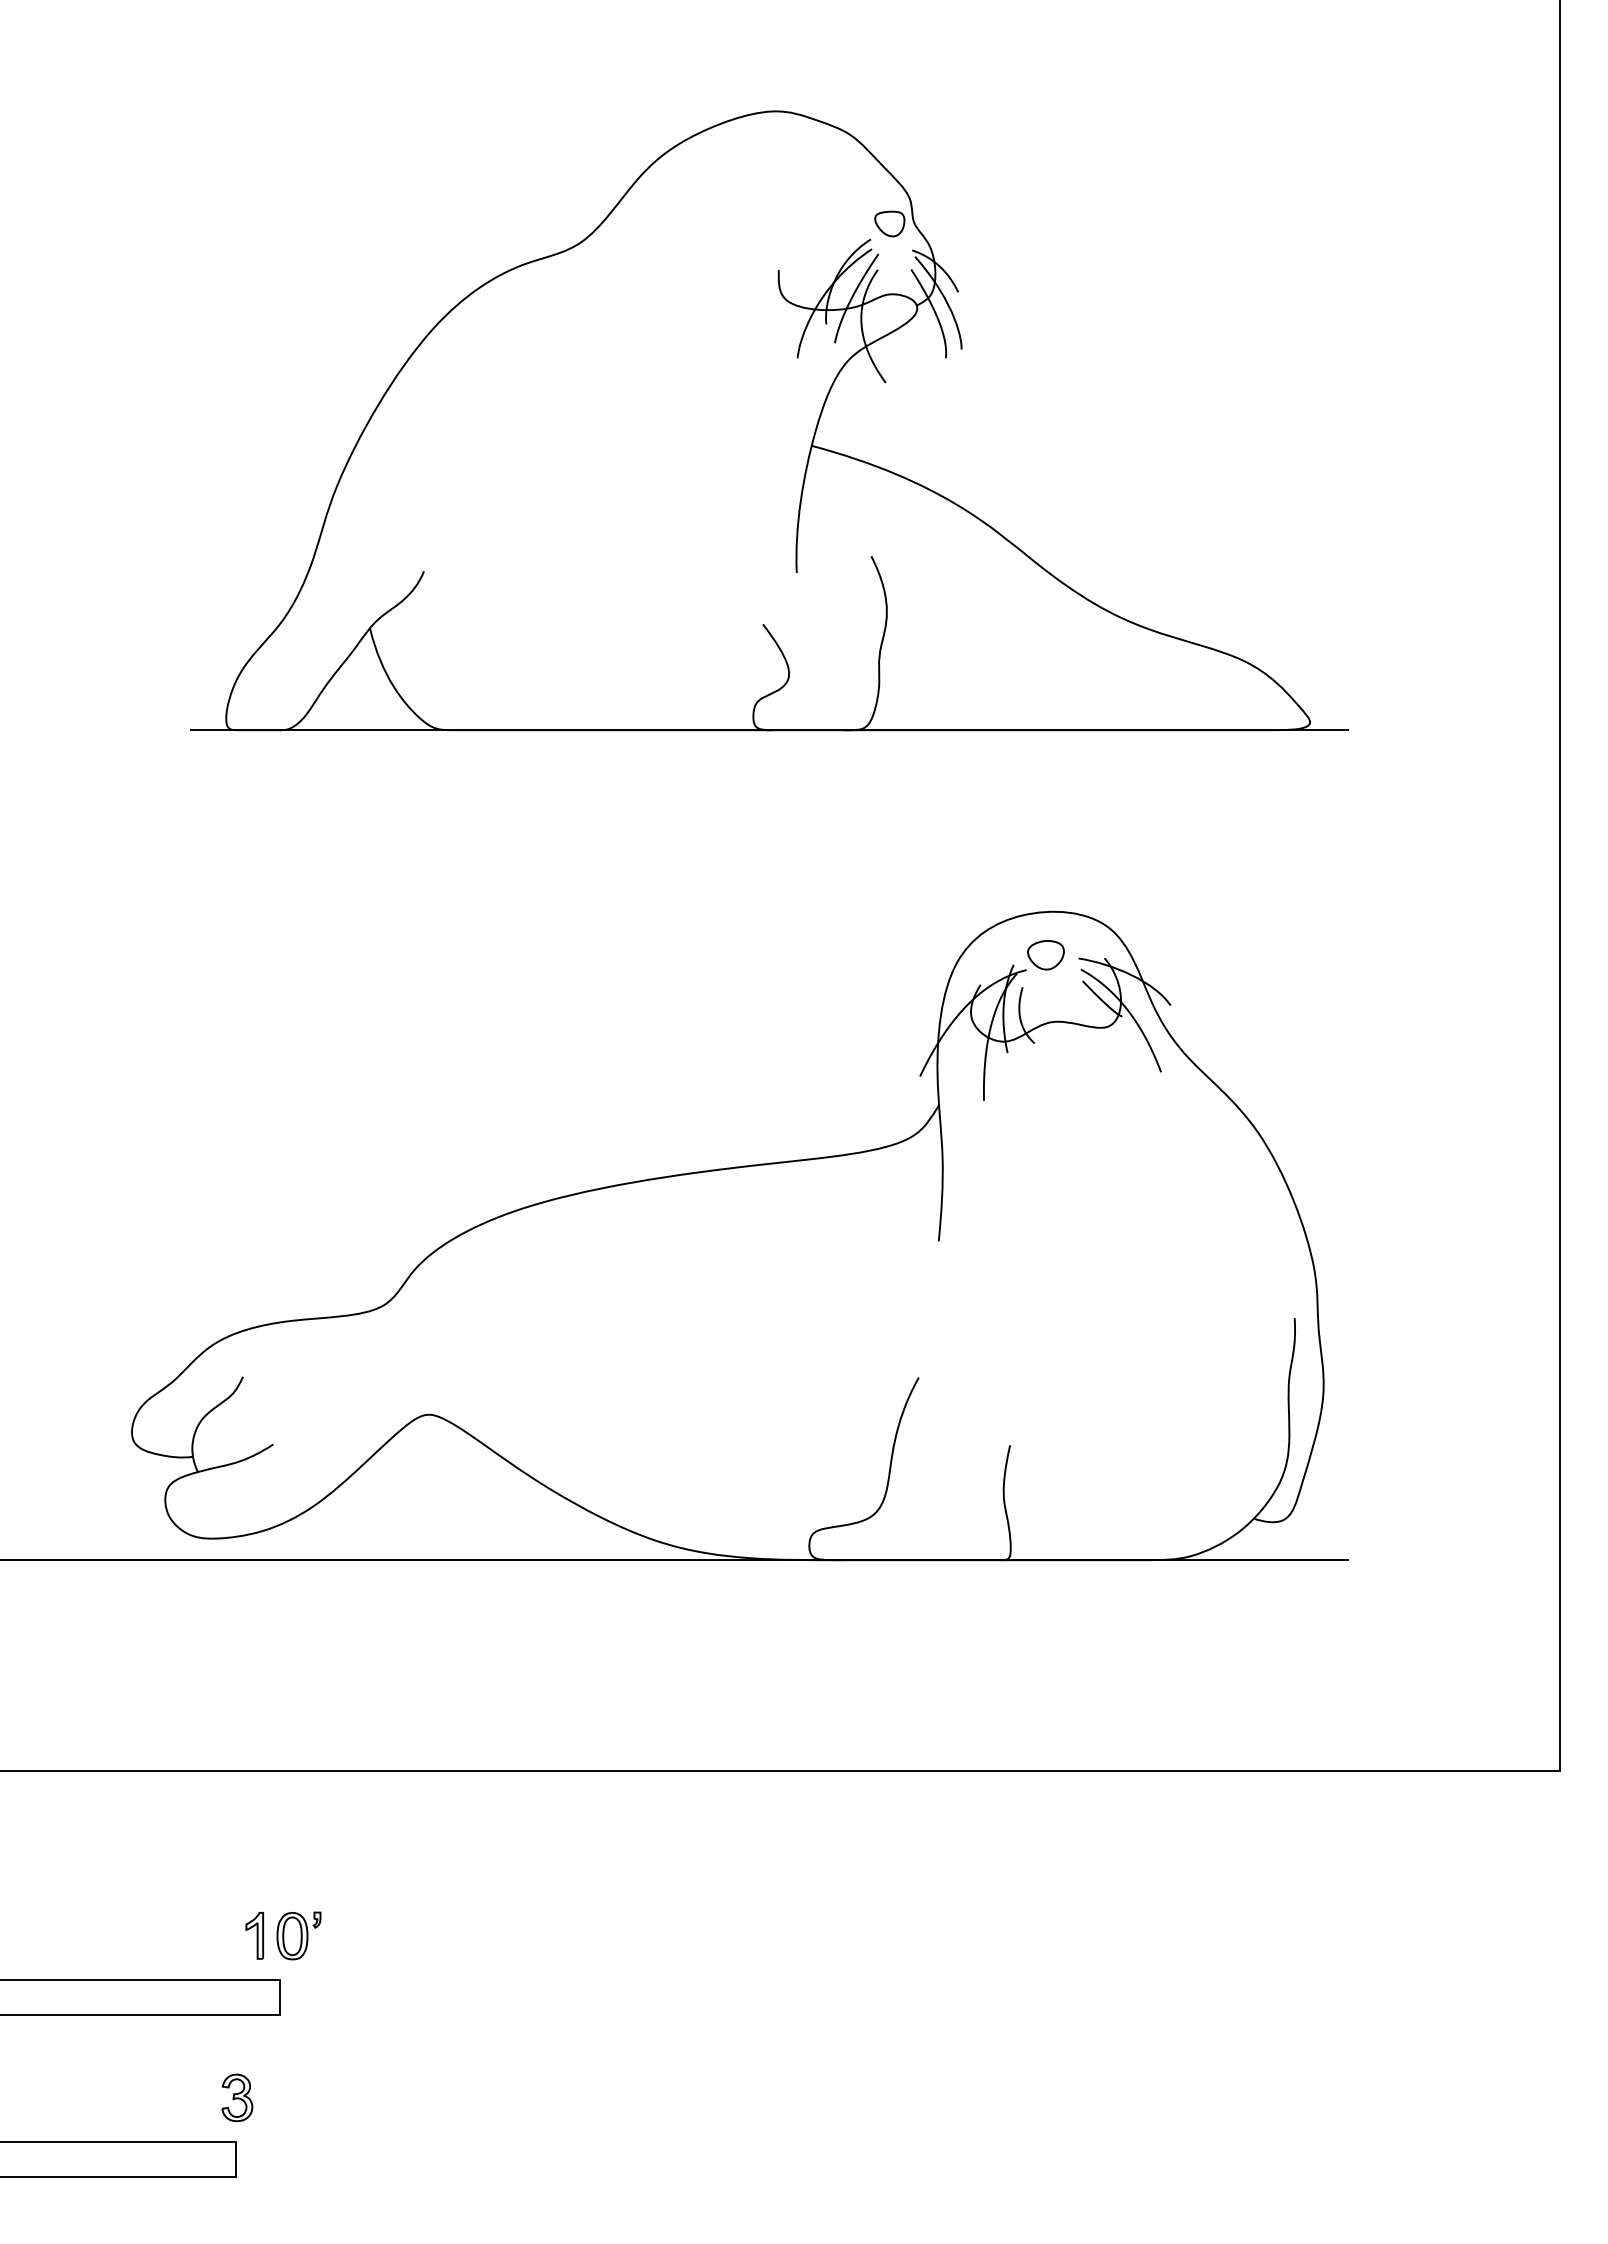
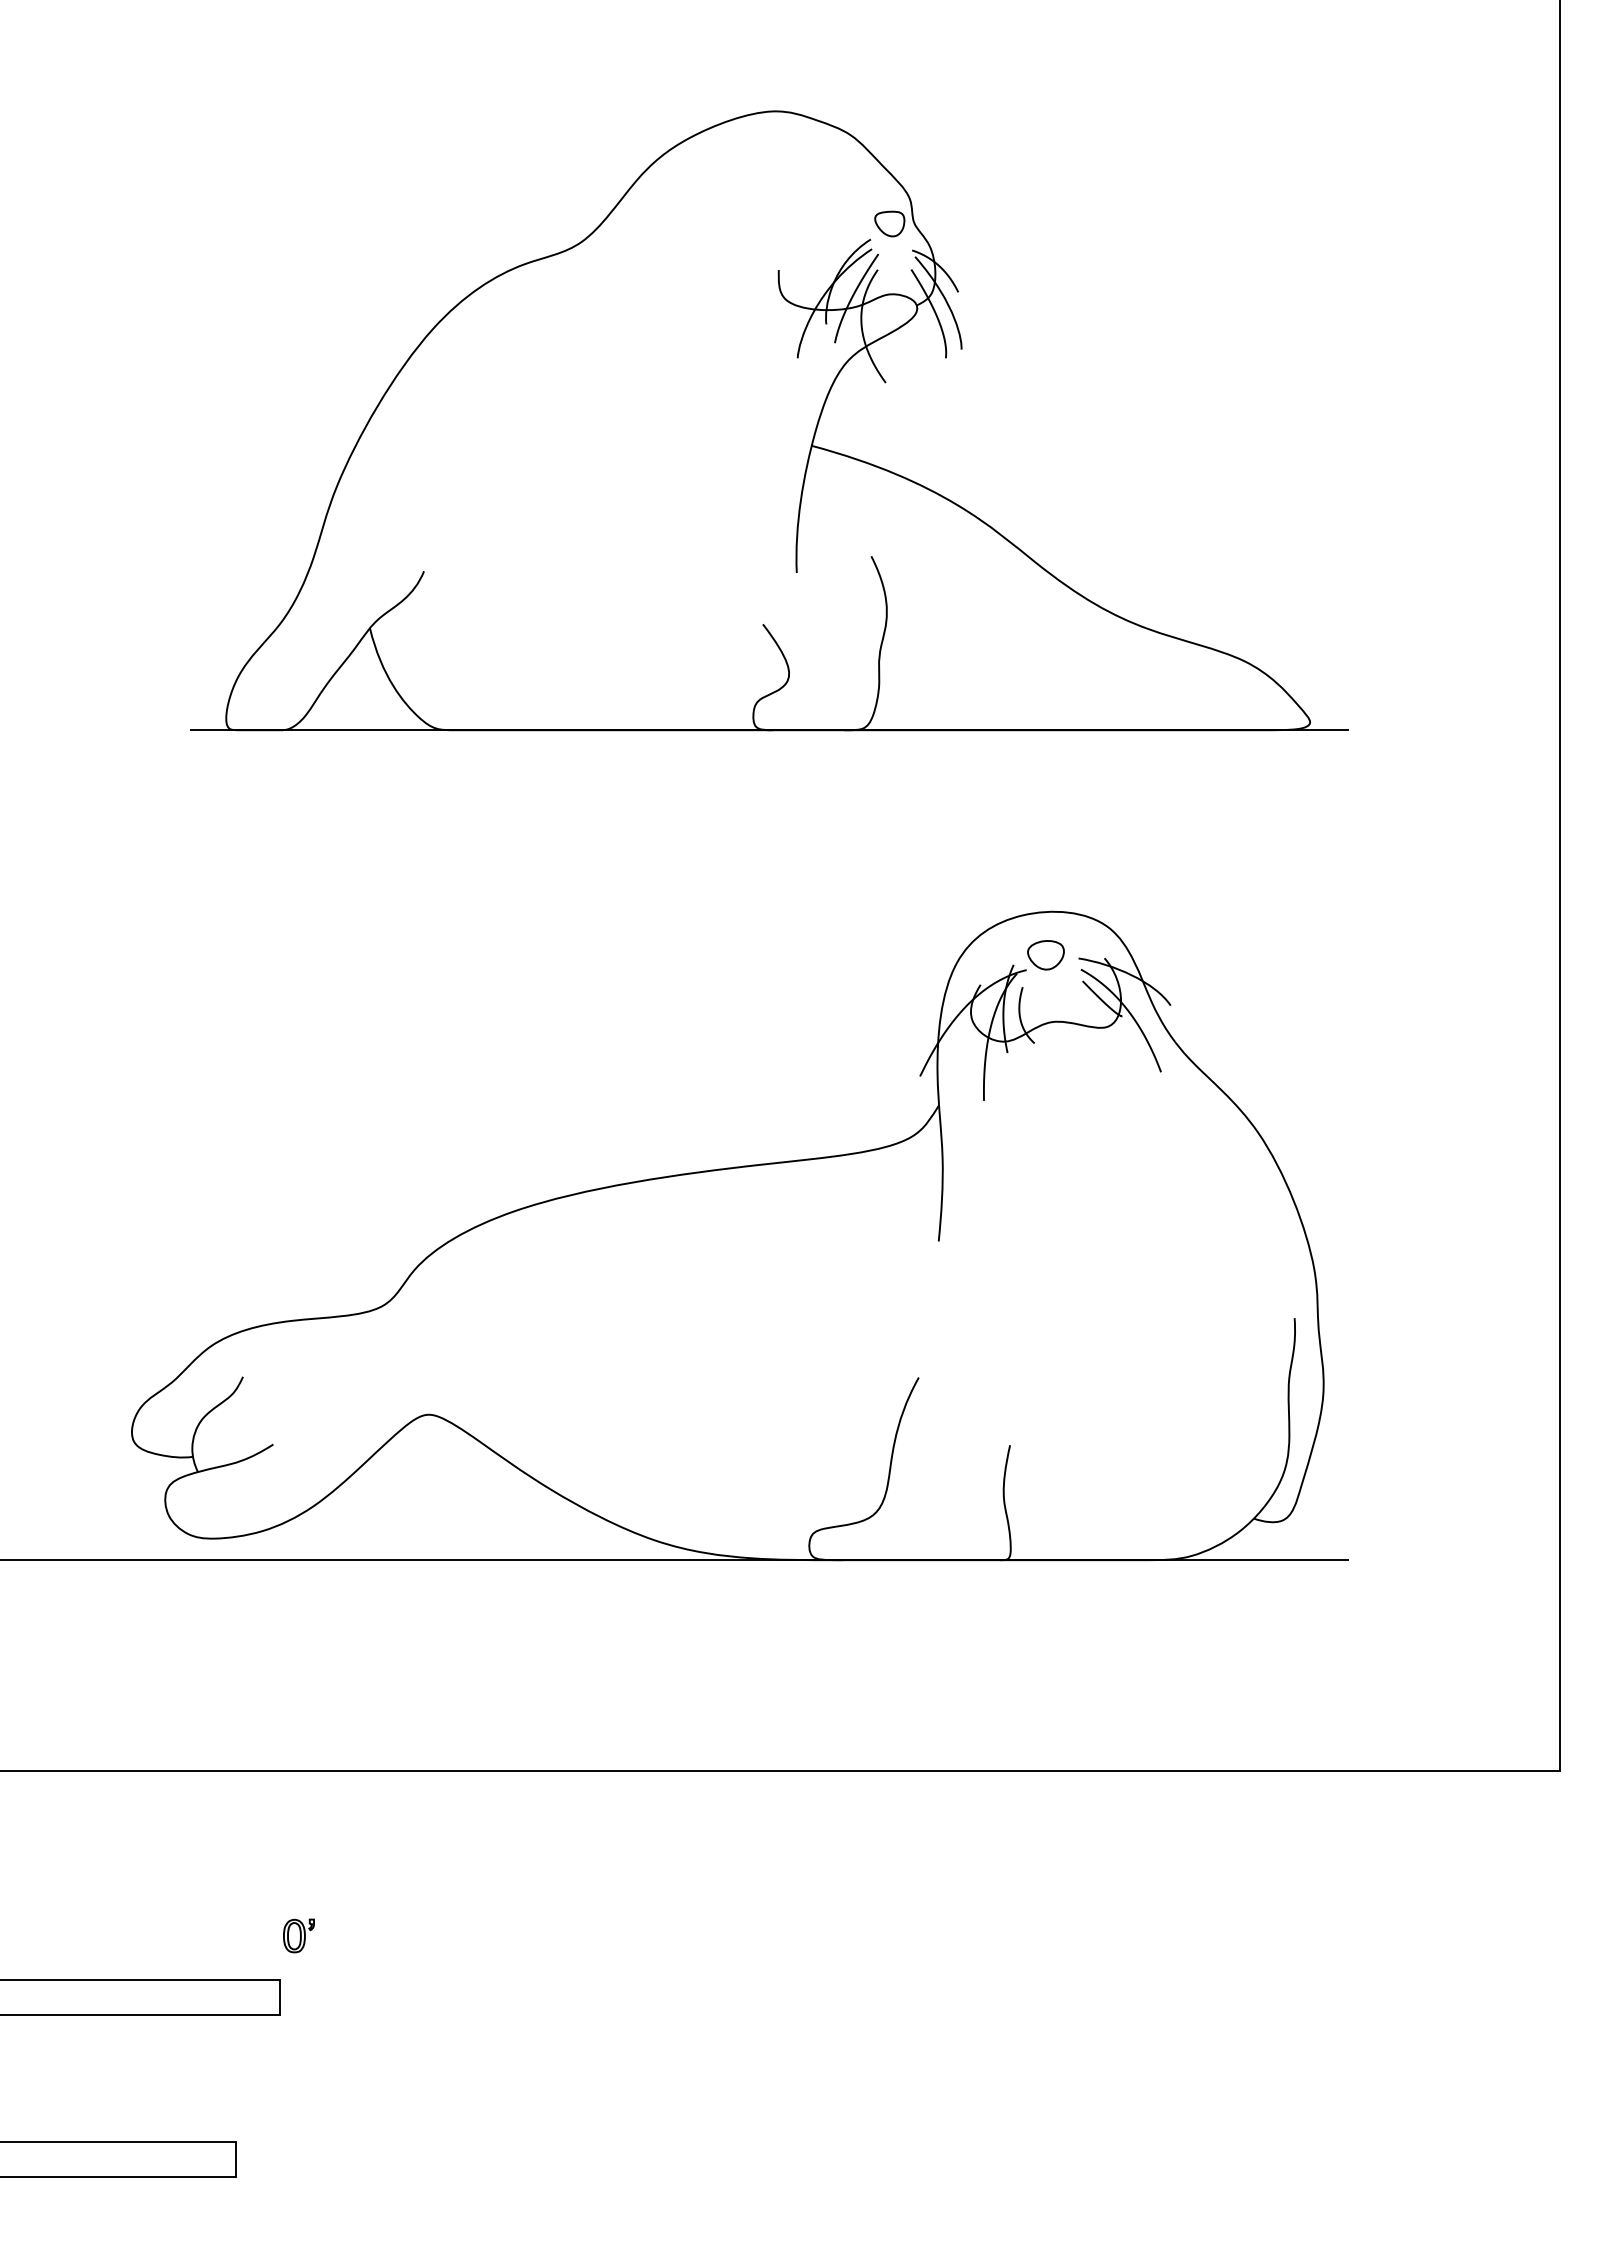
part at (254, 1935): present -> none
part at (298, 1935) size: 46x50 px -> 32x36 px
part at (237, 2097): present -> none
